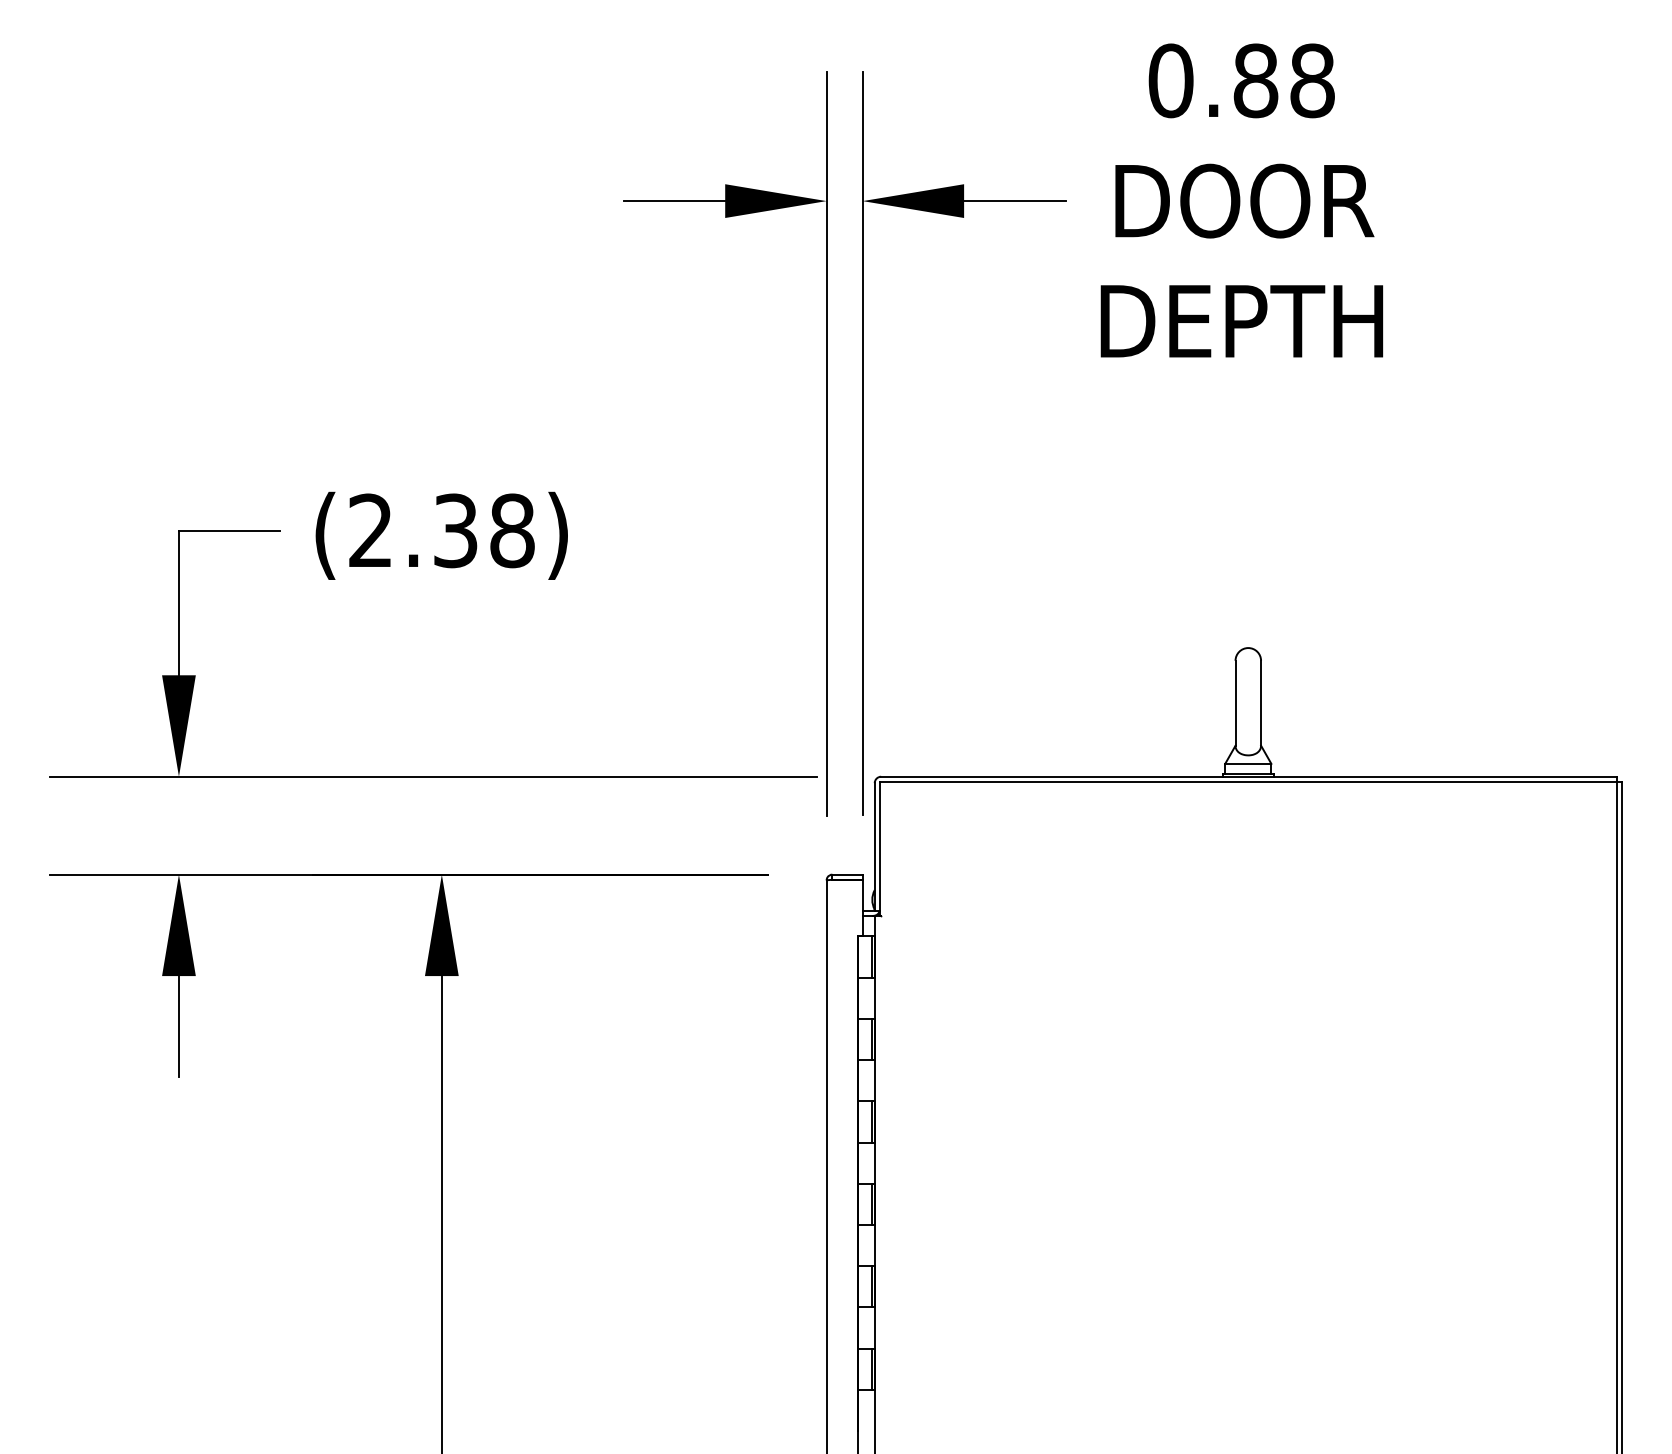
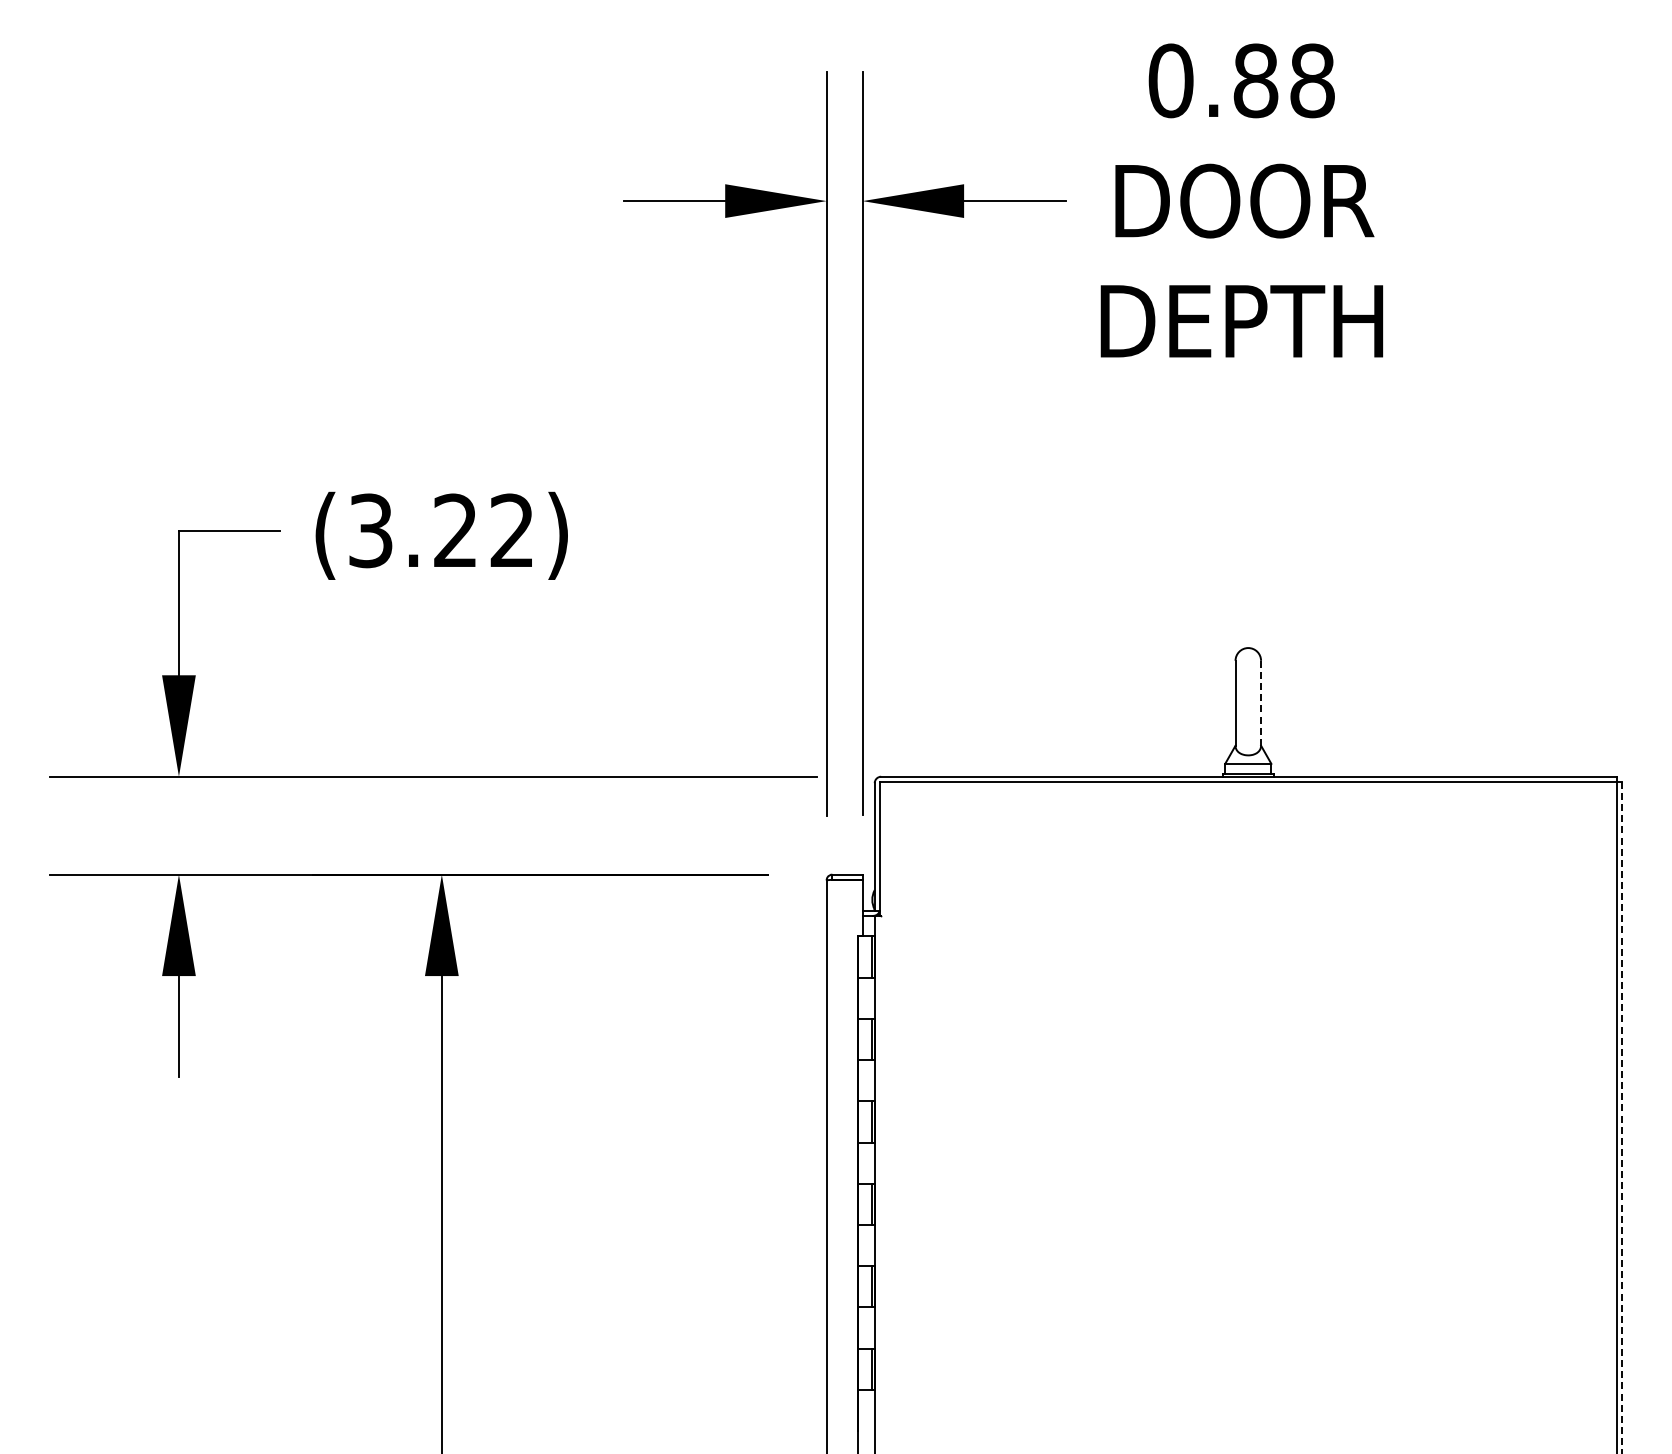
text at (441, 530): (2.38) -> (3.22)
line at (1261, 702): solid -> dashed
line at (1621, 1117): solid -> dashed
